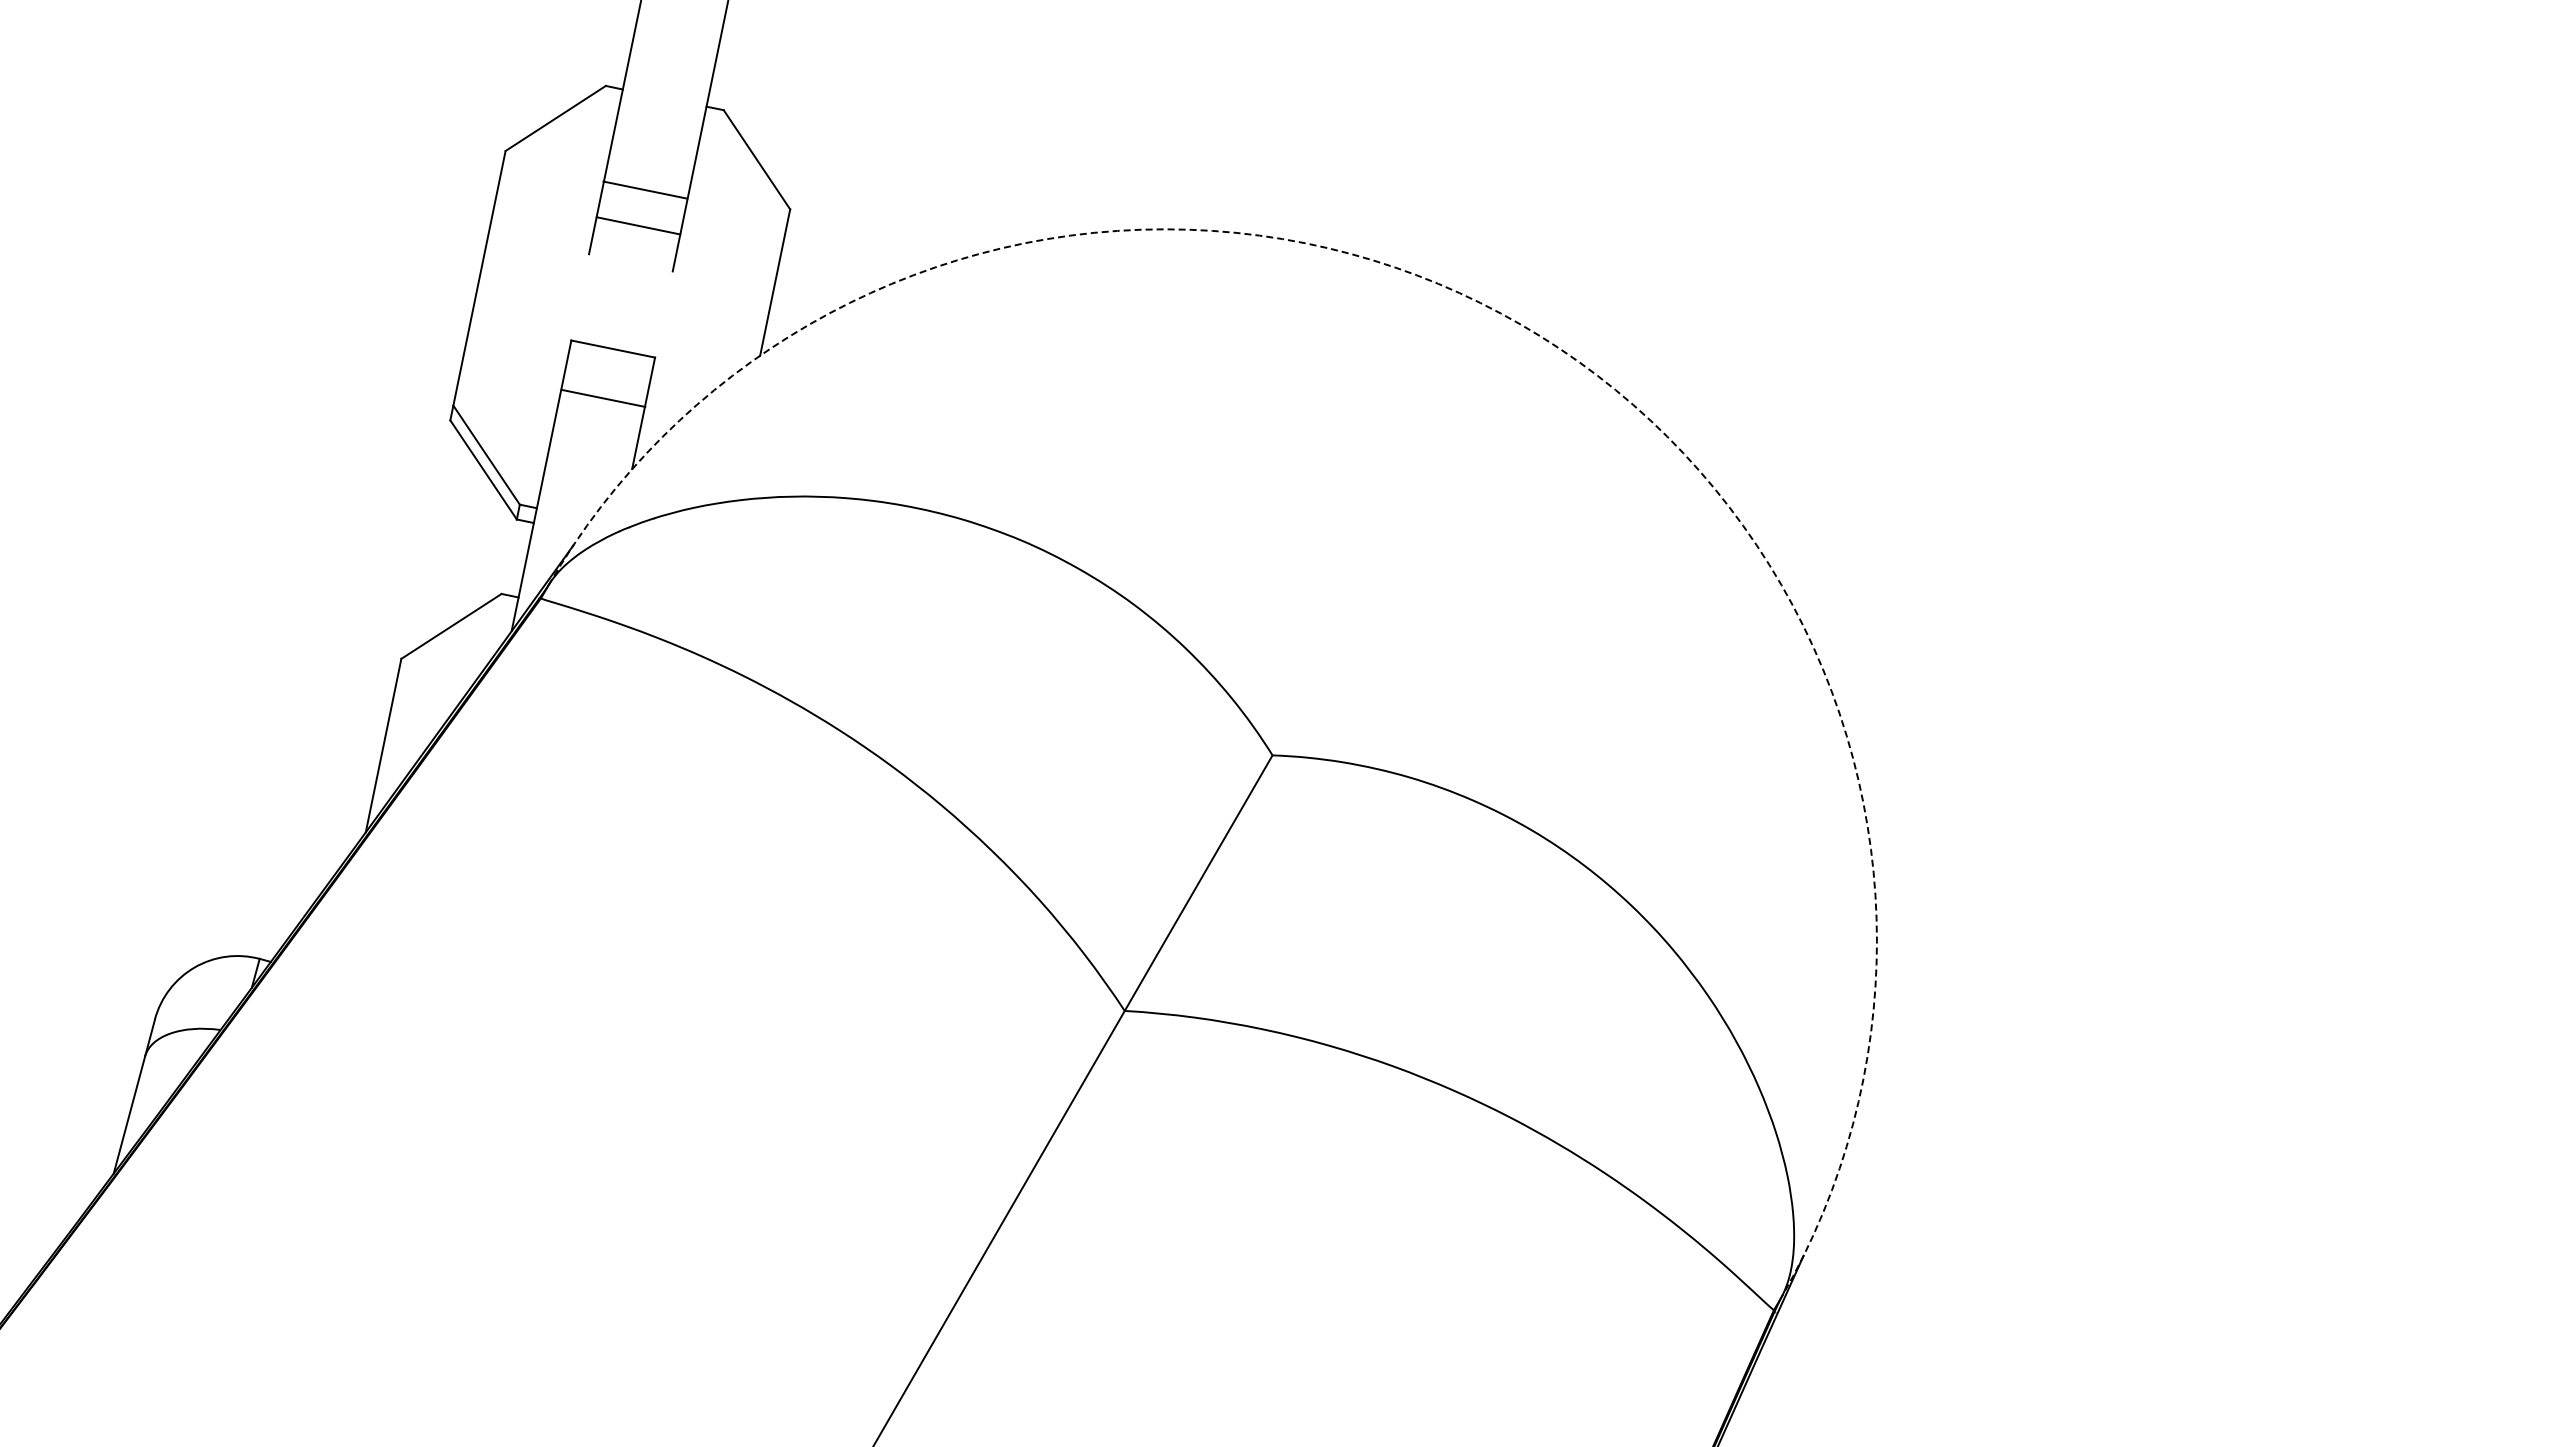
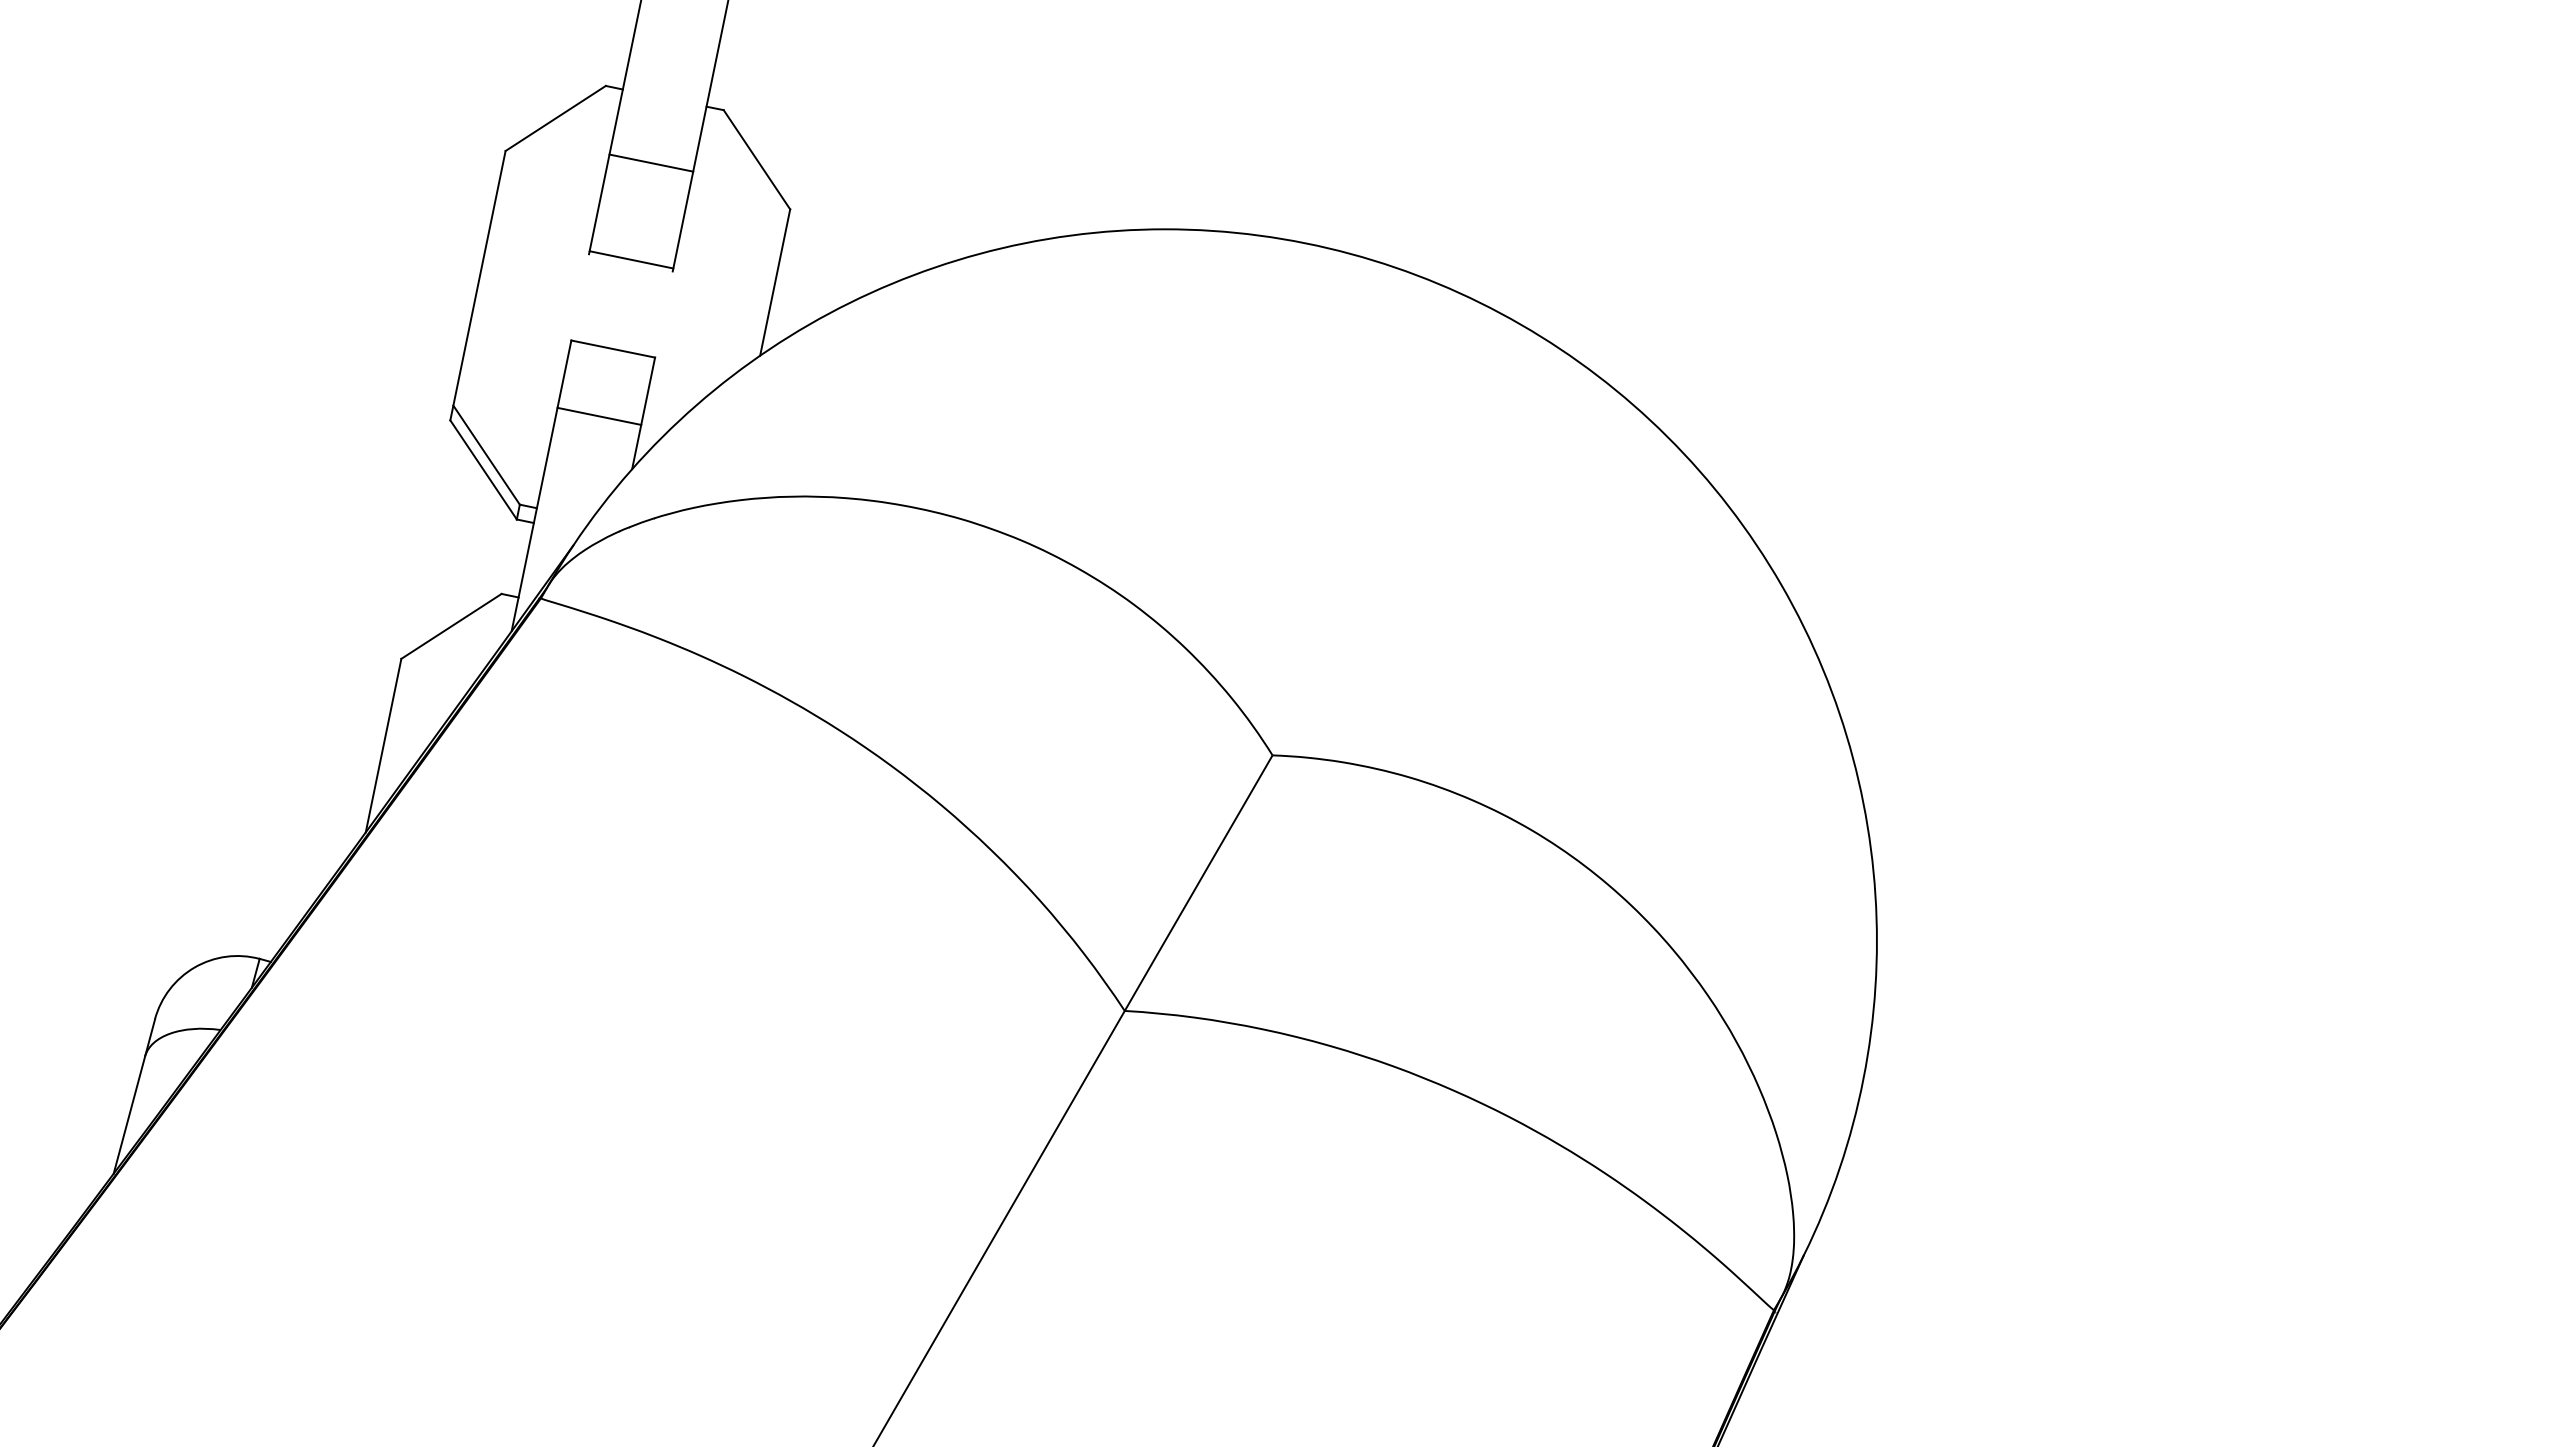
line at (645, 189) position: (645, 189) -> (651, 162)
line at (638, 225) position: (638, 225) -> (631, 259)
arc at (1521, 324): dashed -> solid
line at (603, 397) position: (603, 397) -> (599, 415)
